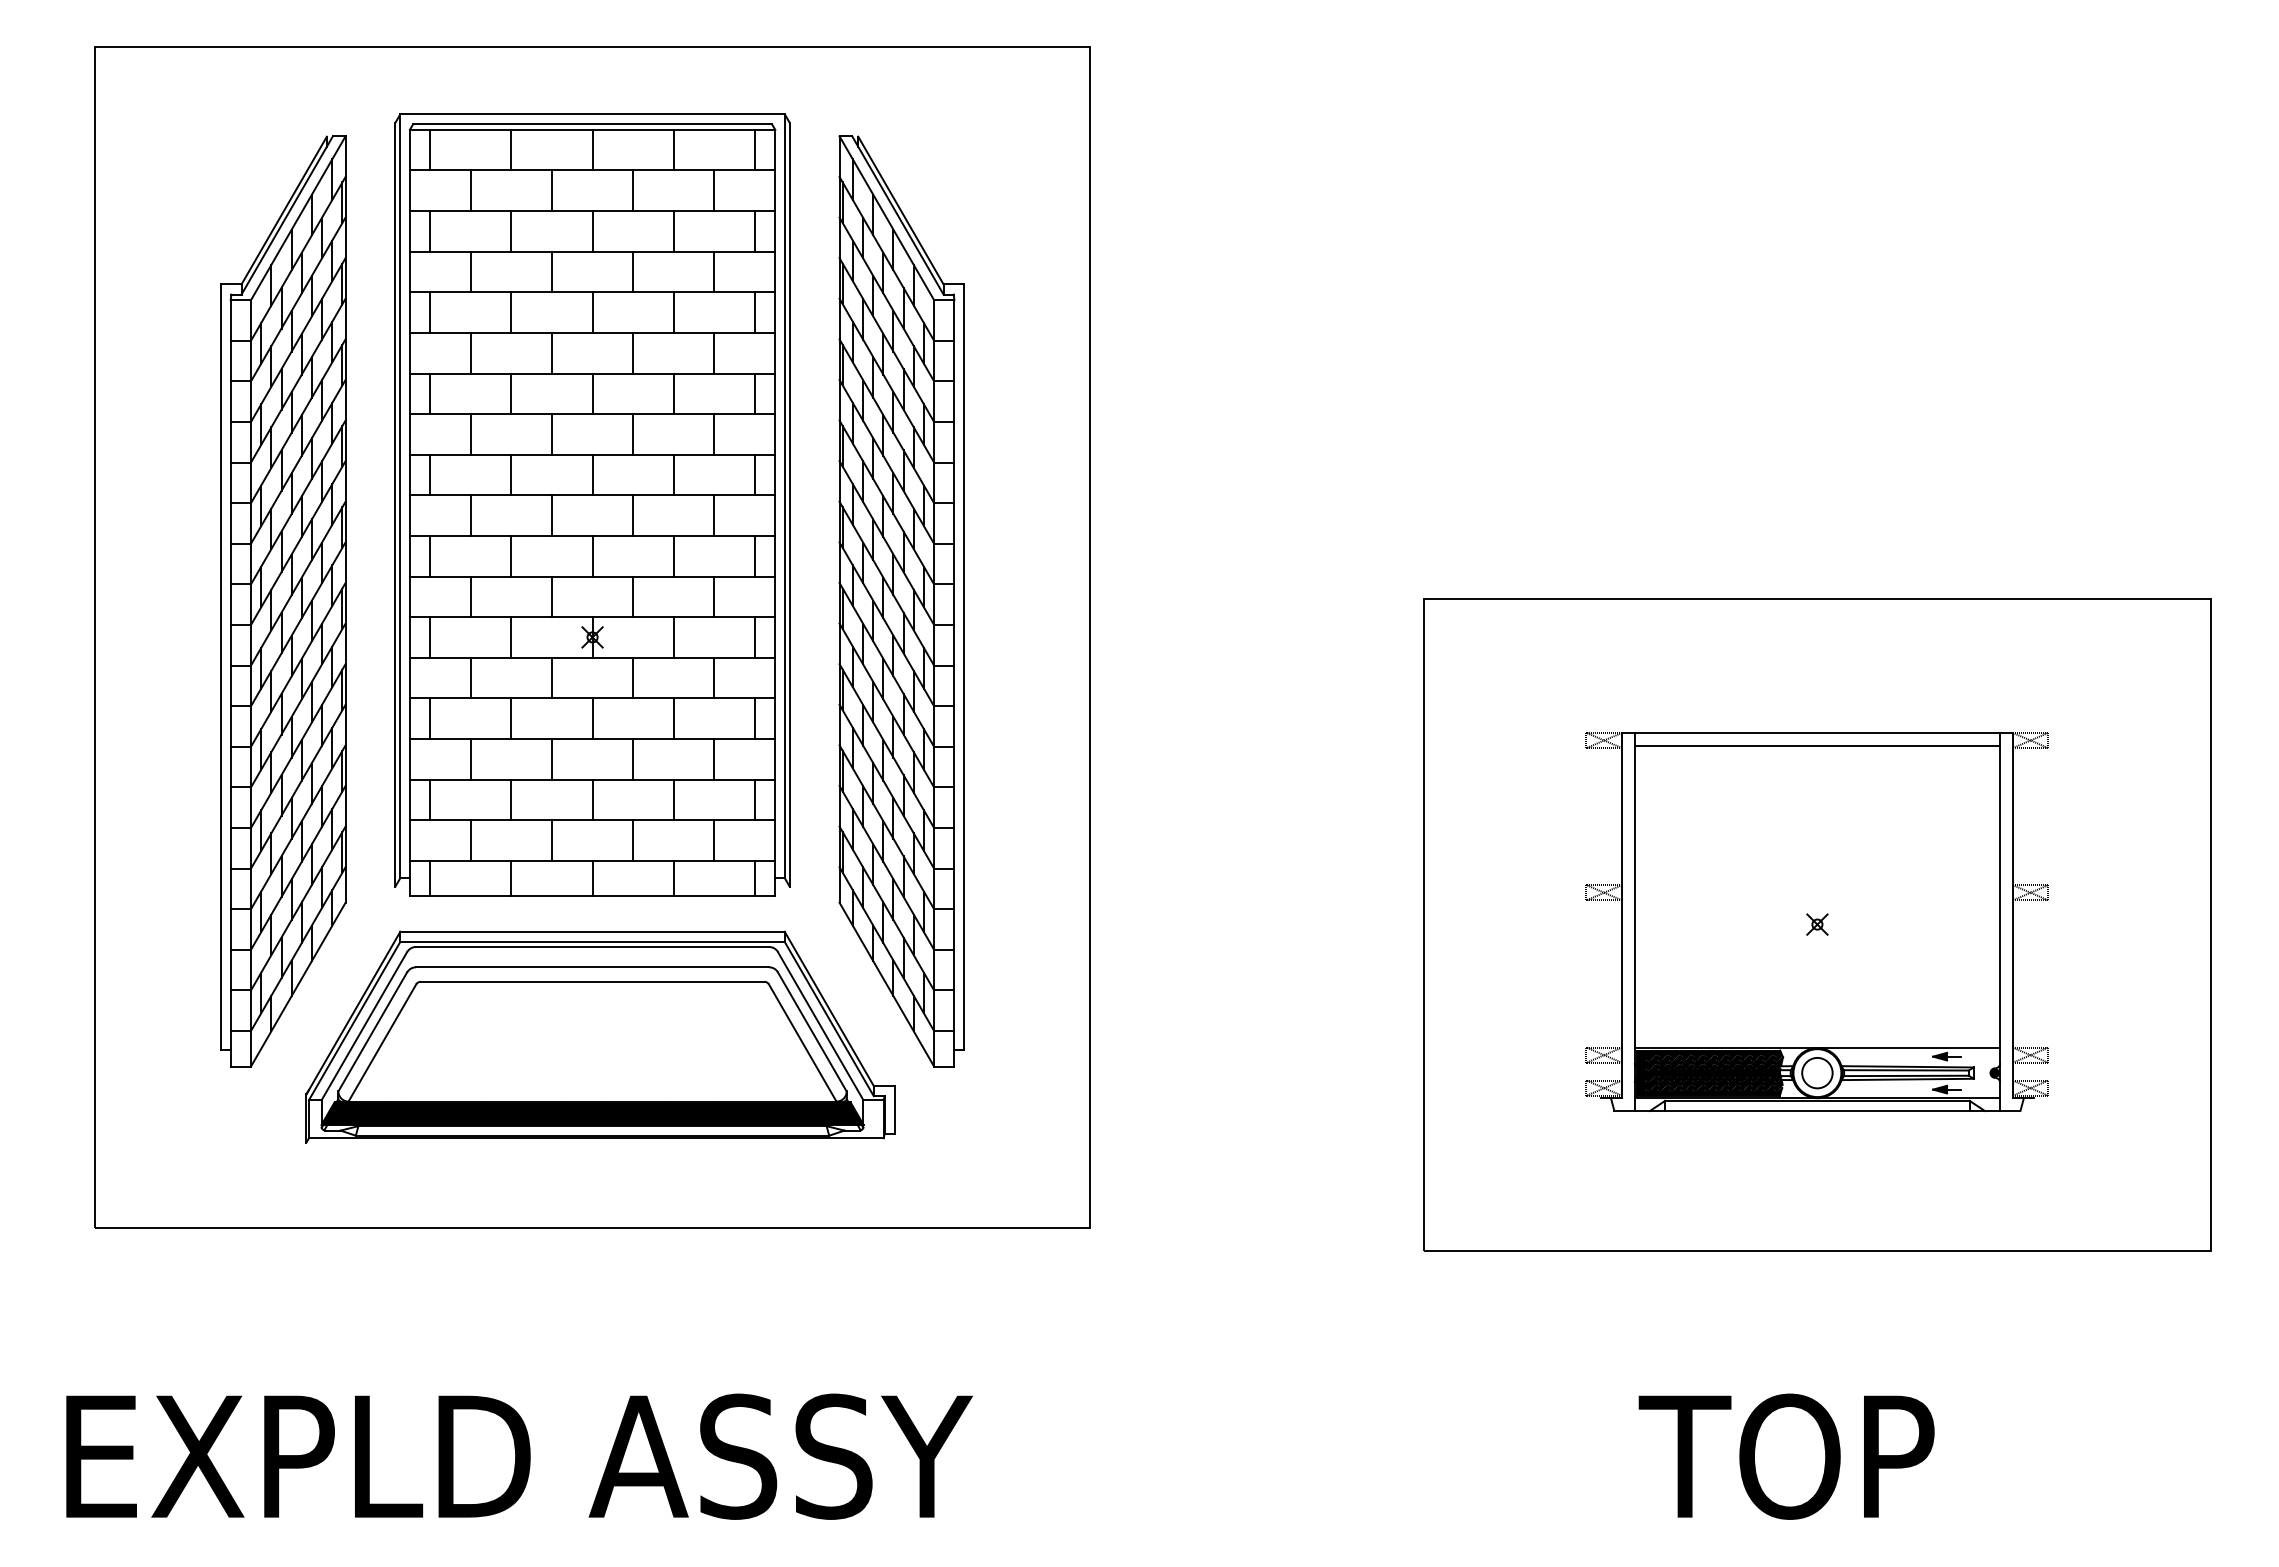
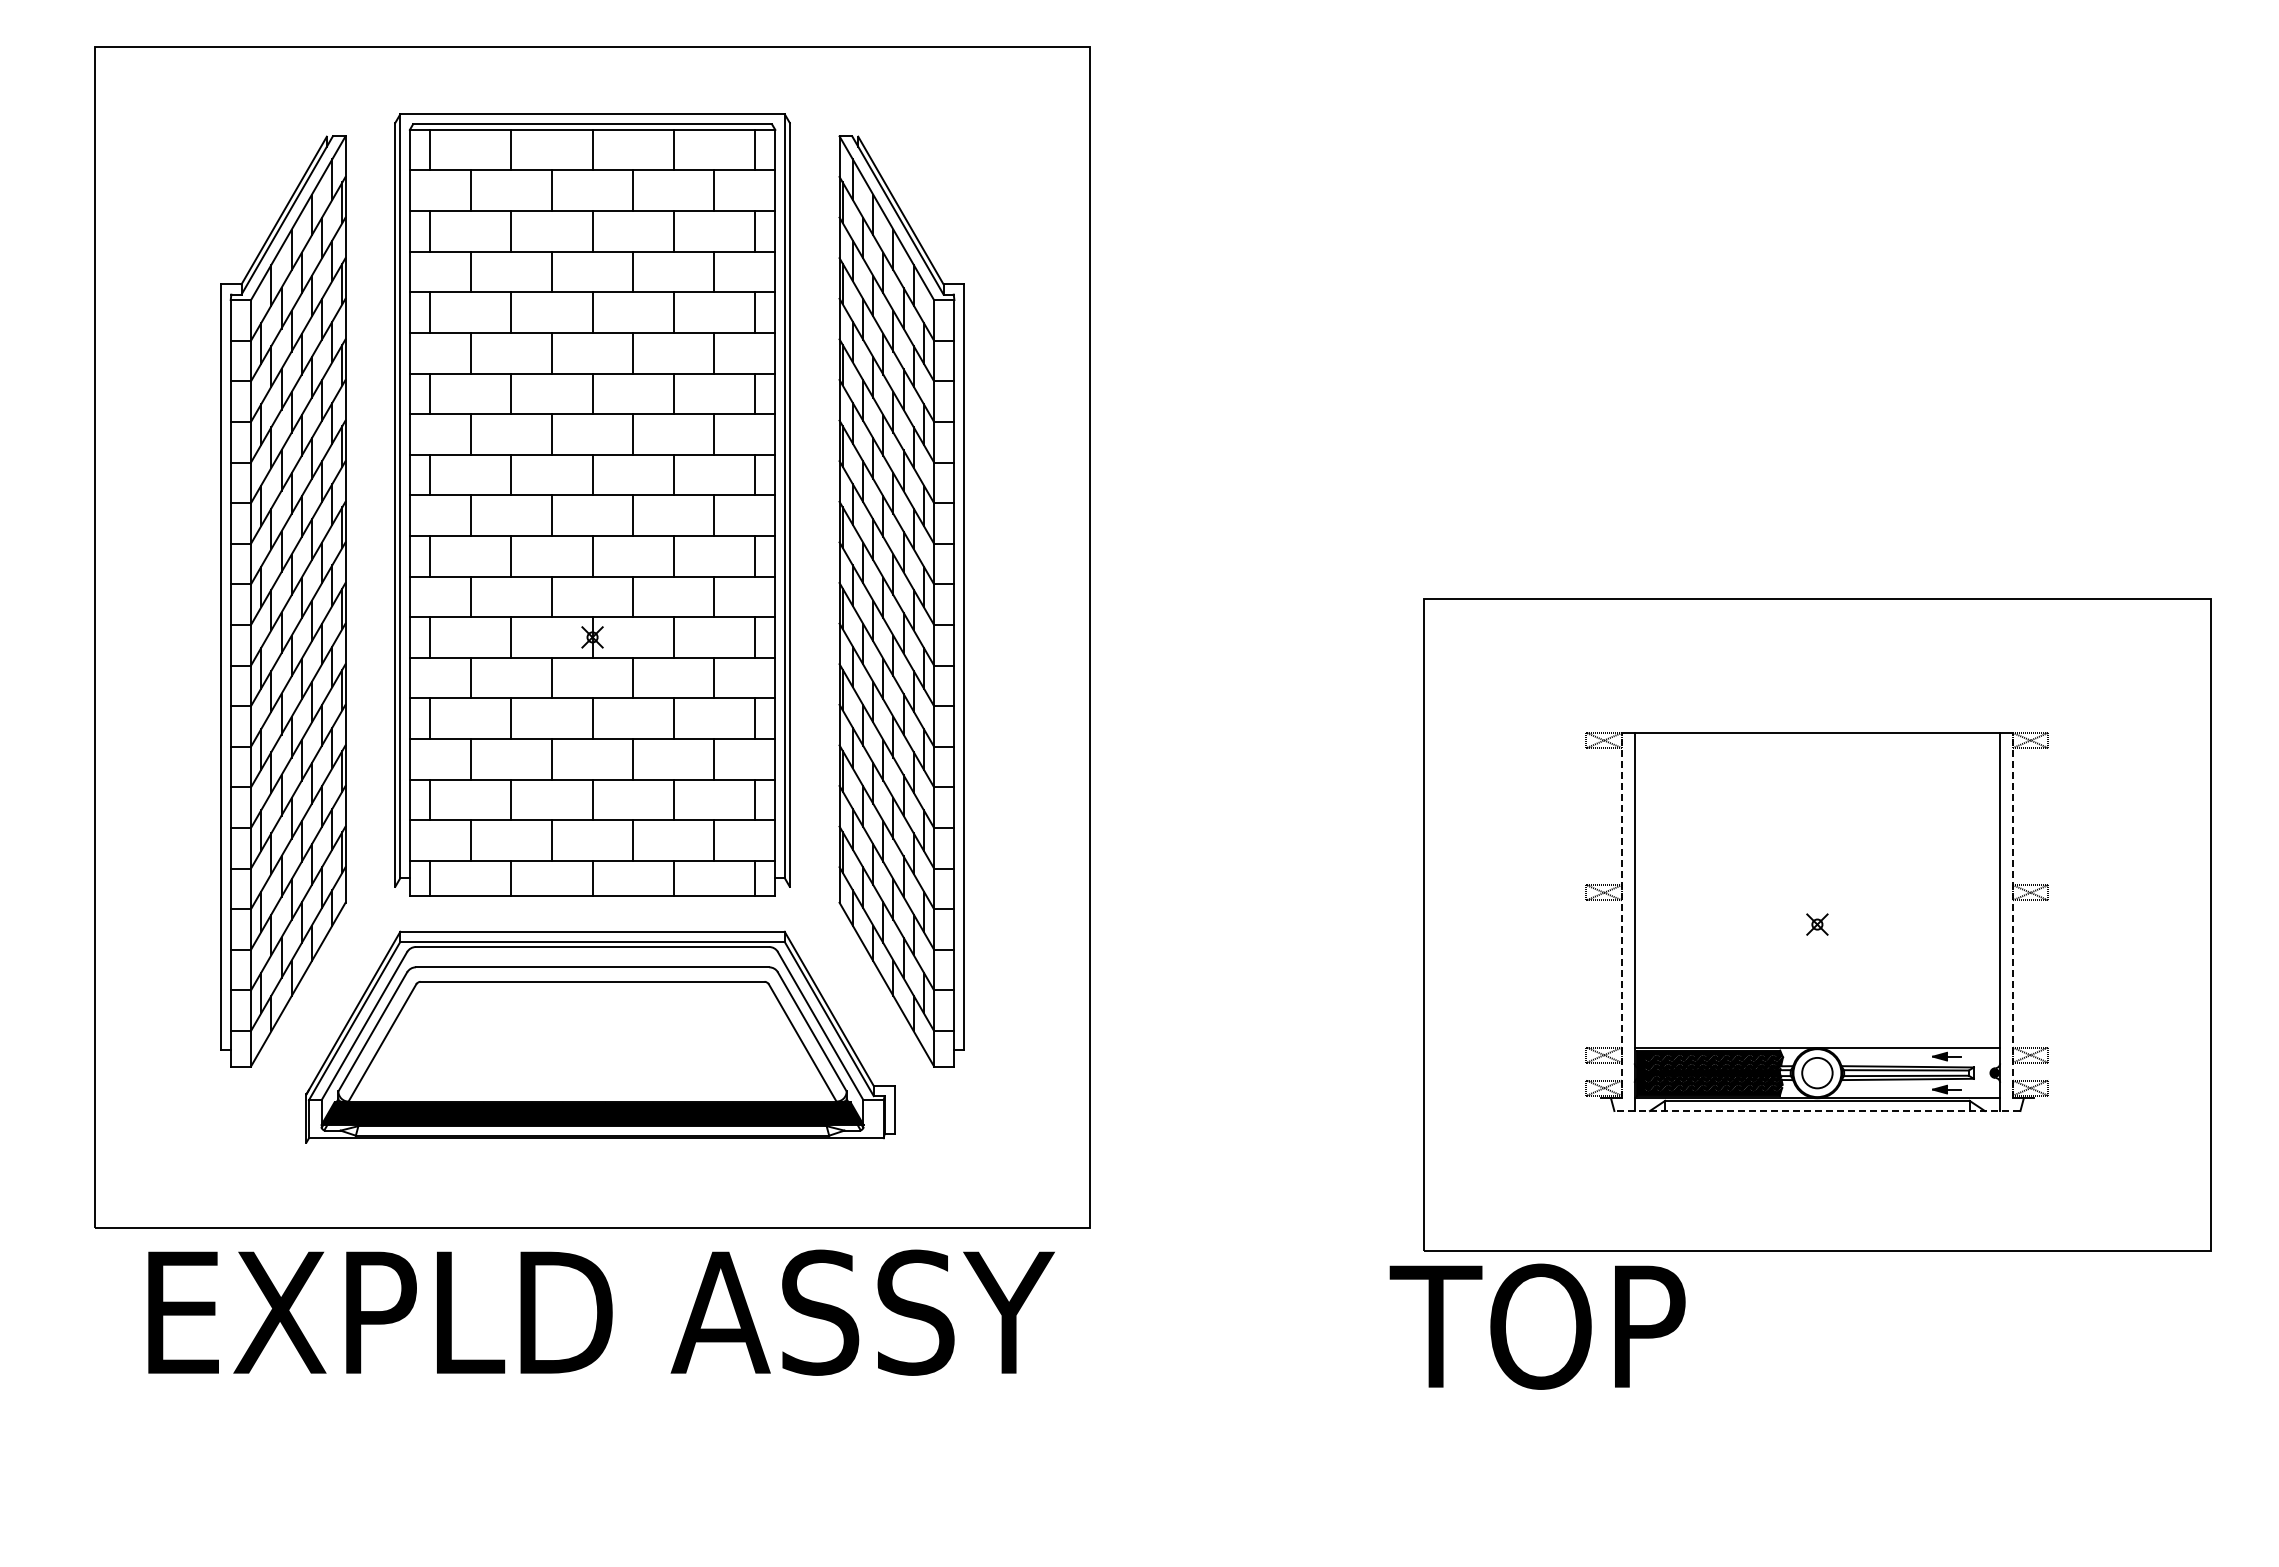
line at (1817, 745): present -> none
line at (1622, 915): solid -> dashed
line at (2012, 915): solid -> dashed
line at (1816, 1111): solid -> dashed
text at (519, 1456) position: (519, 1456) -> (601, 1312)
text at (1786, 1456) position: (1786, 1456) -> (1537, 1326)
